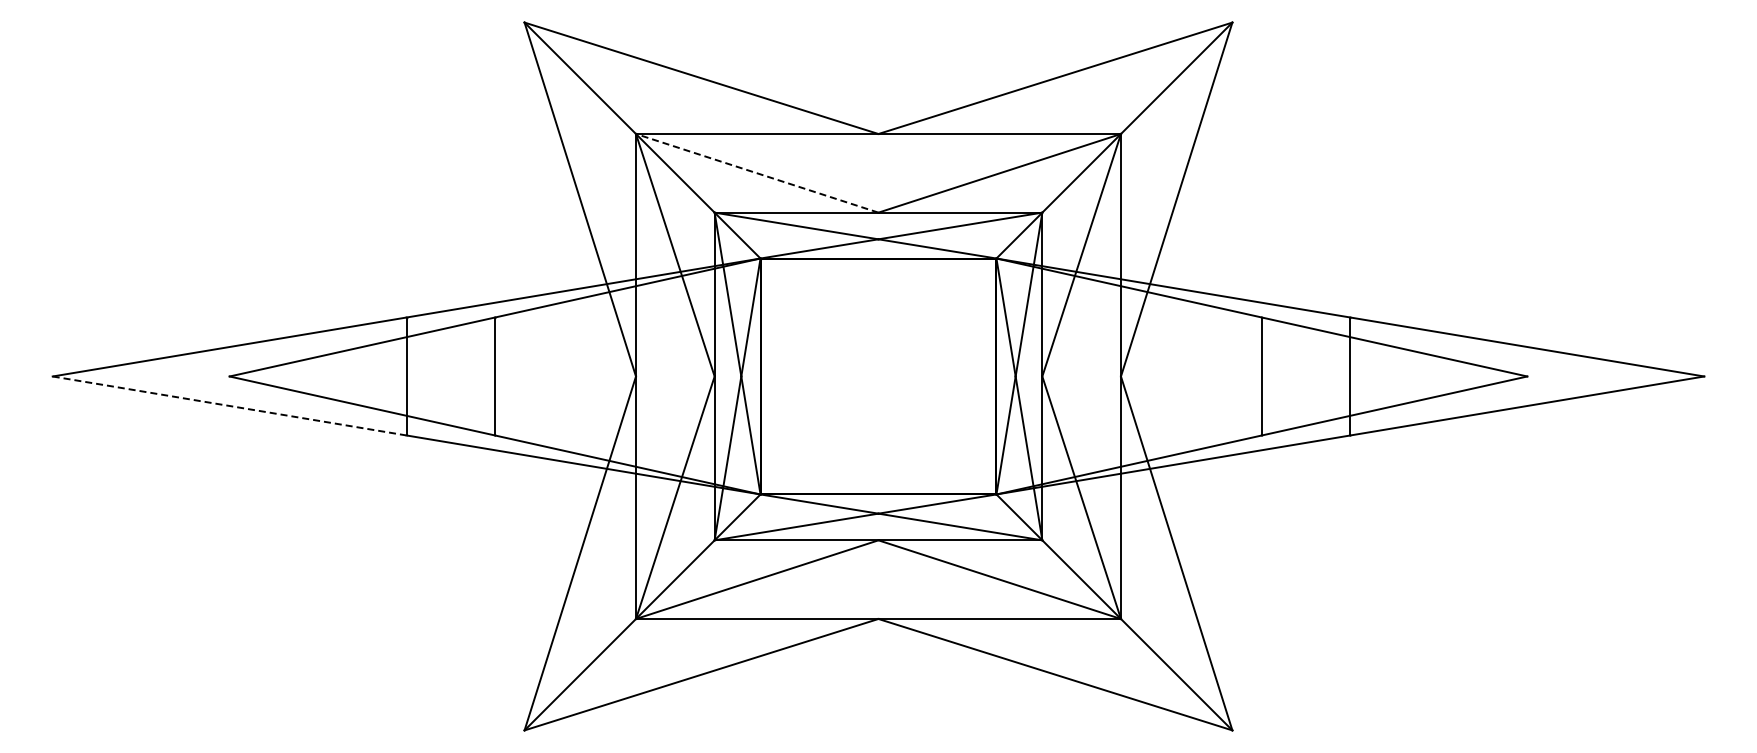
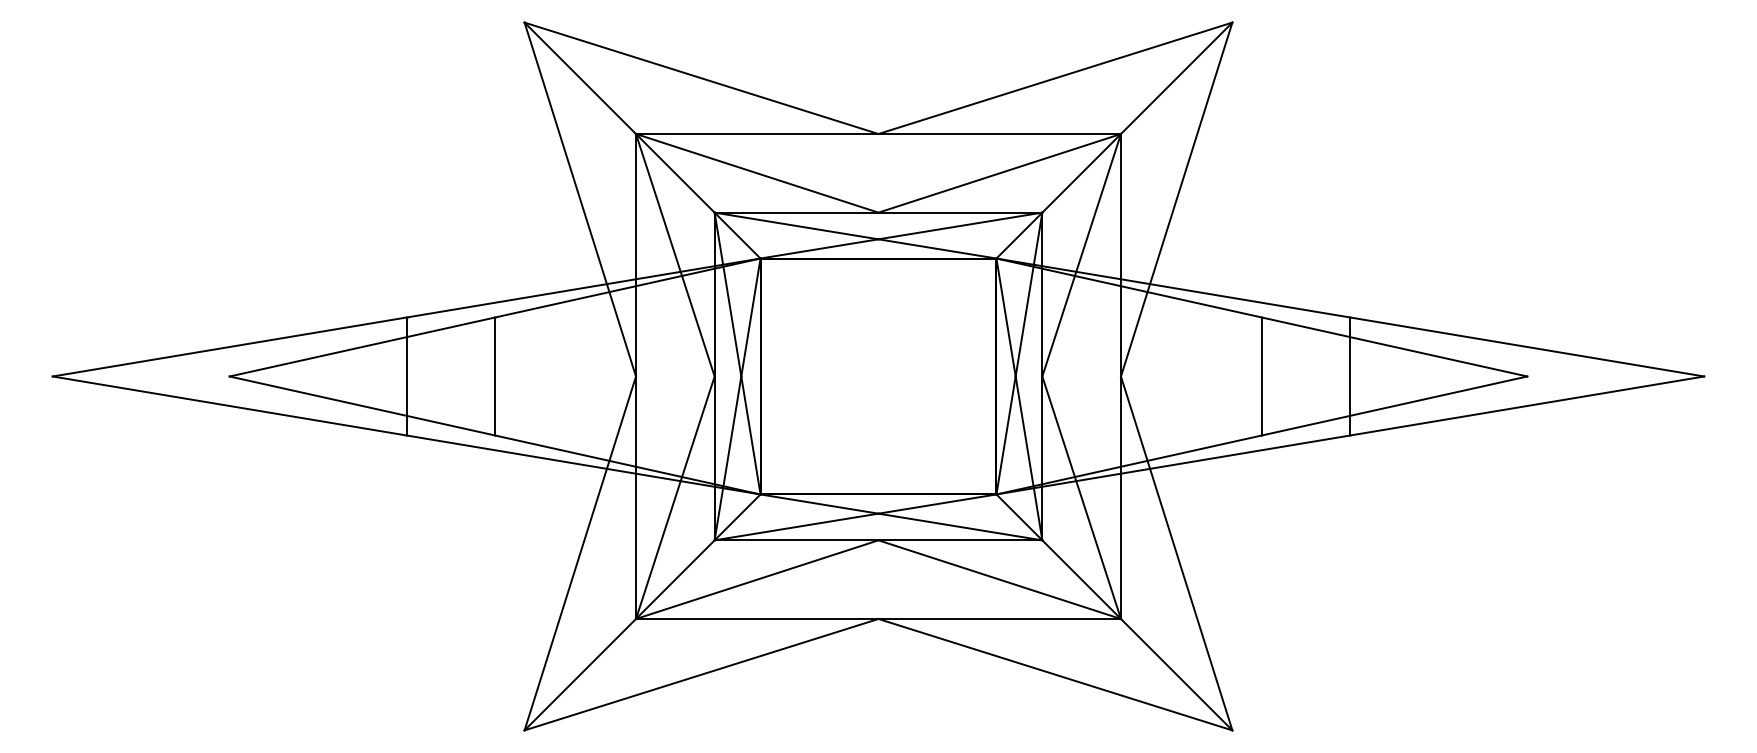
line at (756, 173): dashed -> solid
line at (230, 406): dashed -> solid
